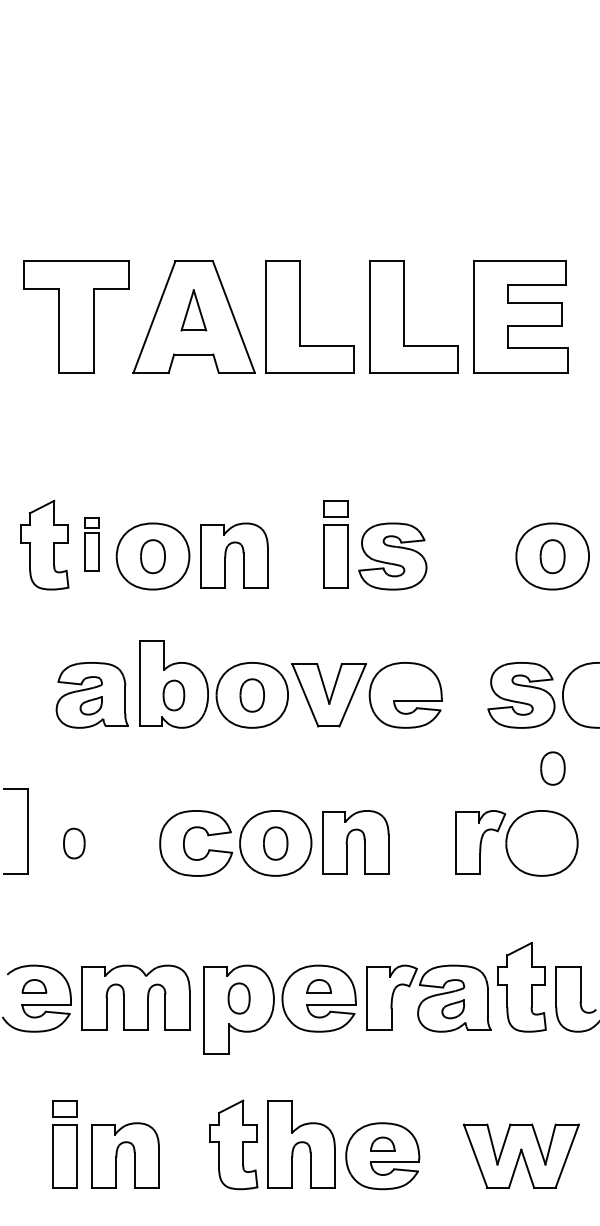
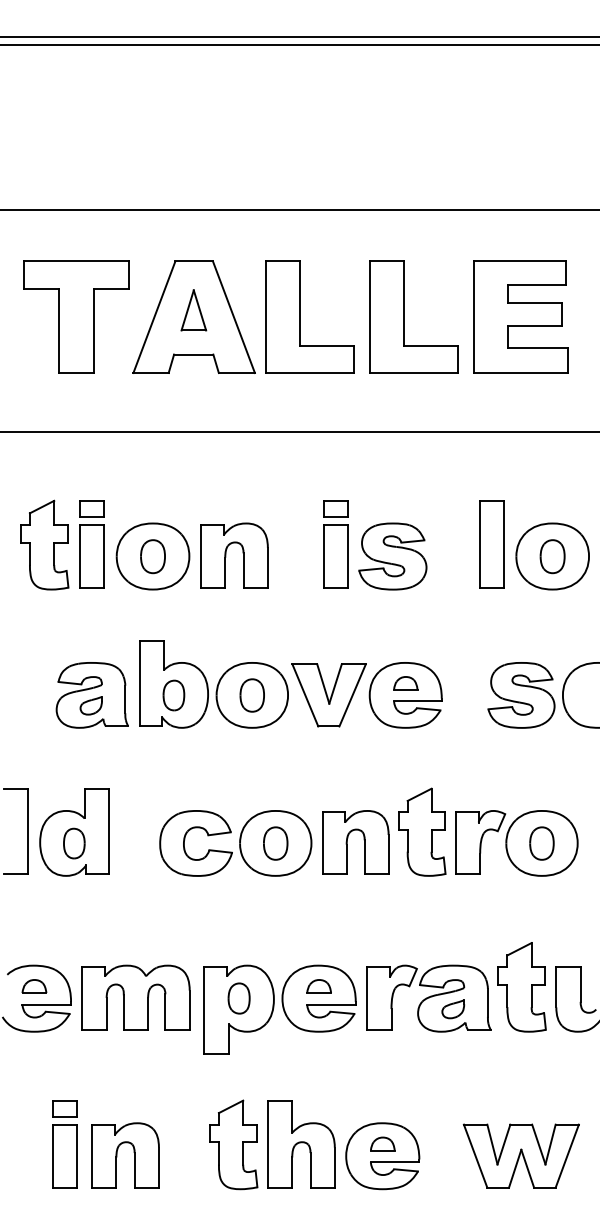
line at (299, 36): none -> present
line at (299, 45): none -> present
line at (299, 210): none -> present
line at (299, 432): none -> present
part at (91, 544) size: 16x55 px -> 26x89 px
part at (491, 544): none -> present
part at (405, 683): none -> present
part at (552, 768) position: (552, 768) -> (541, 843)
part at (422, 831): none -> present
part at (74, 832): none -> present
